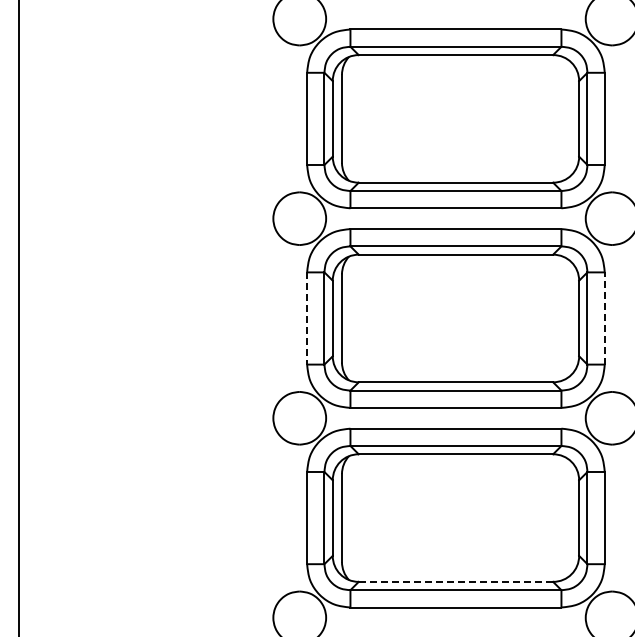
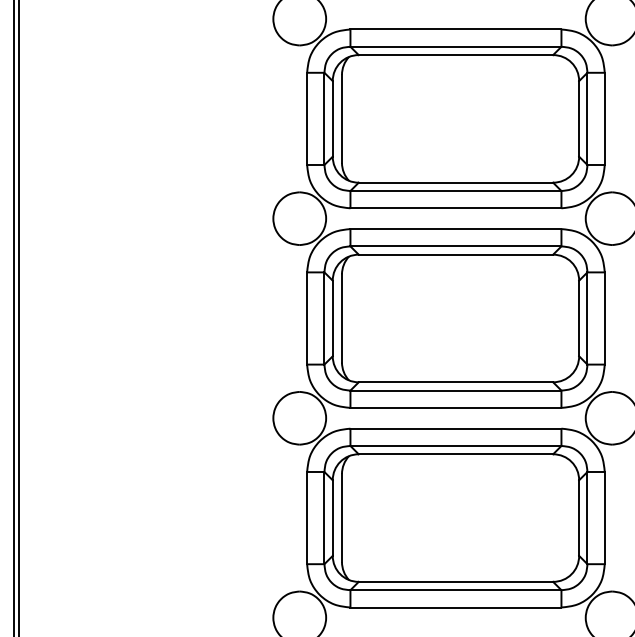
line at (13, 317): none -> present
line at (307, 318): dashed -> solid
line at (604, 318): dashed -> solid
line at (455, 581): dashed -> solid
